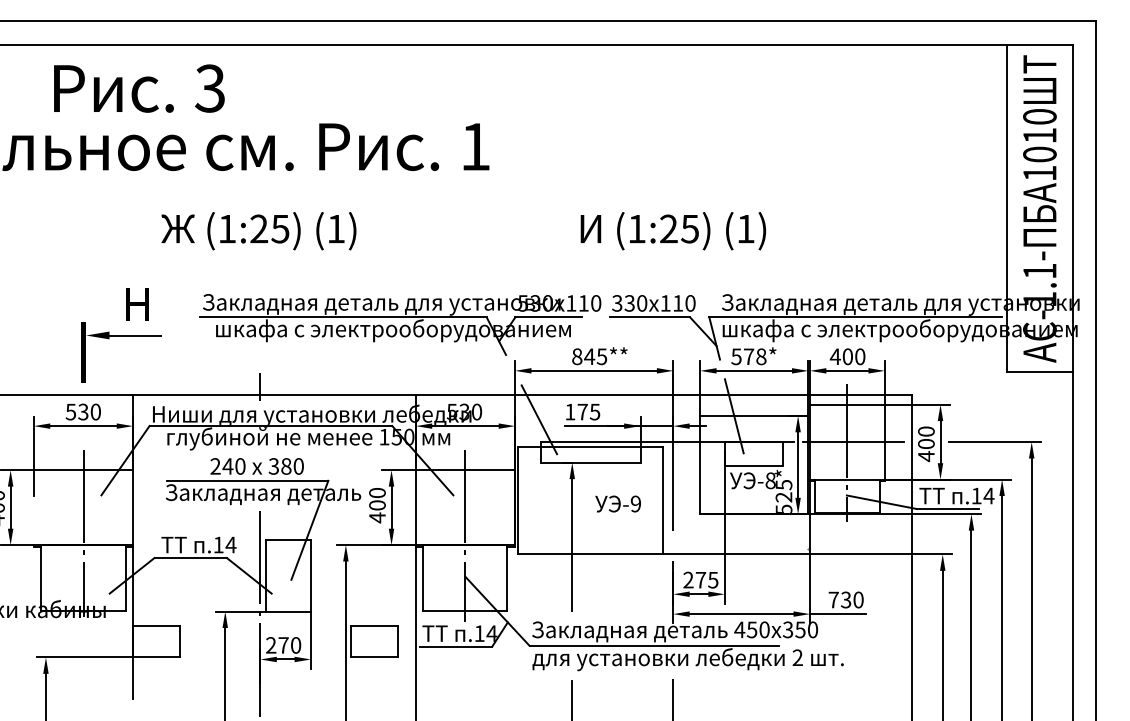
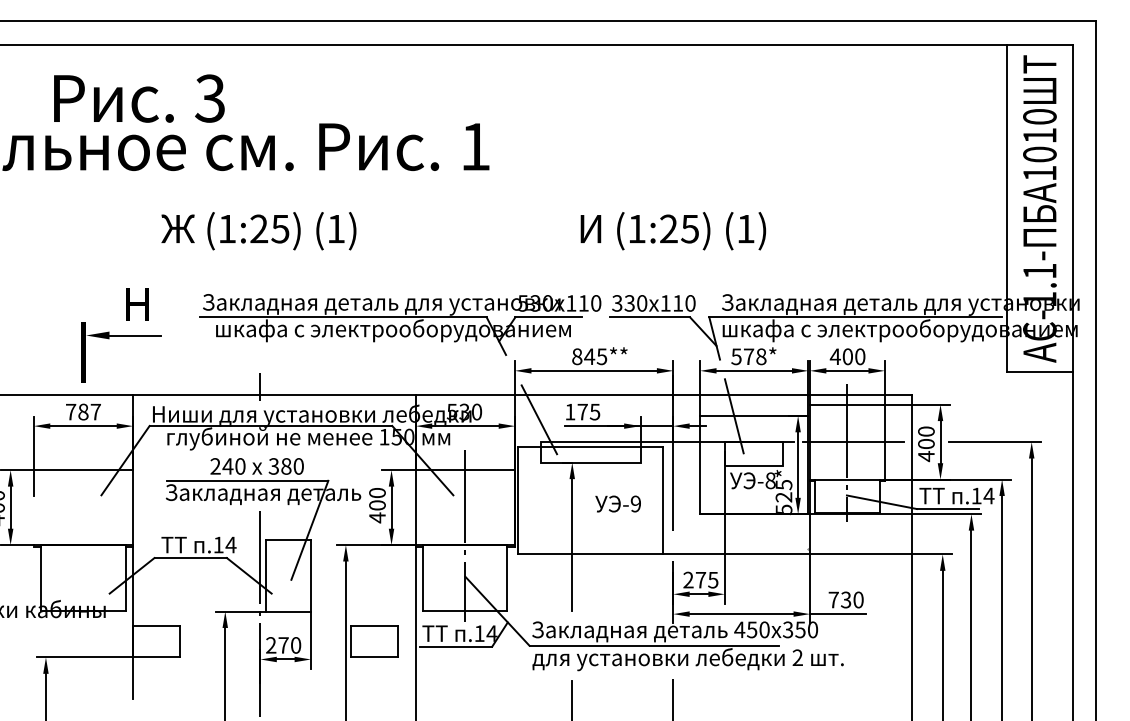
text at (139, 88) position: (139, 88) -> (139, 98)
text at (82, 411): 530 -> 787
line at (83, 533): present -> none
